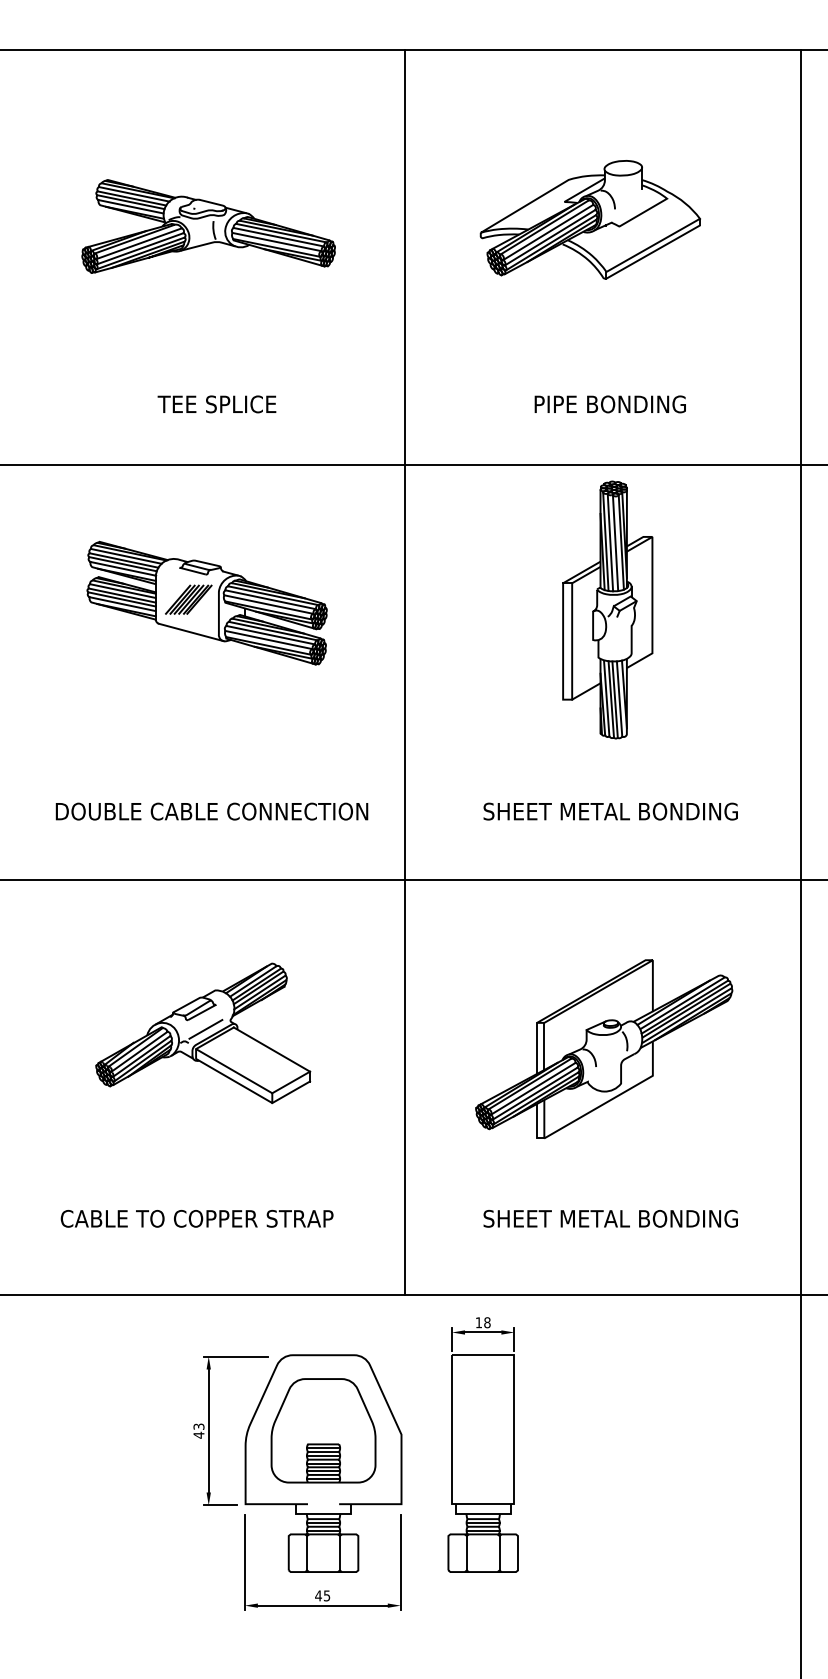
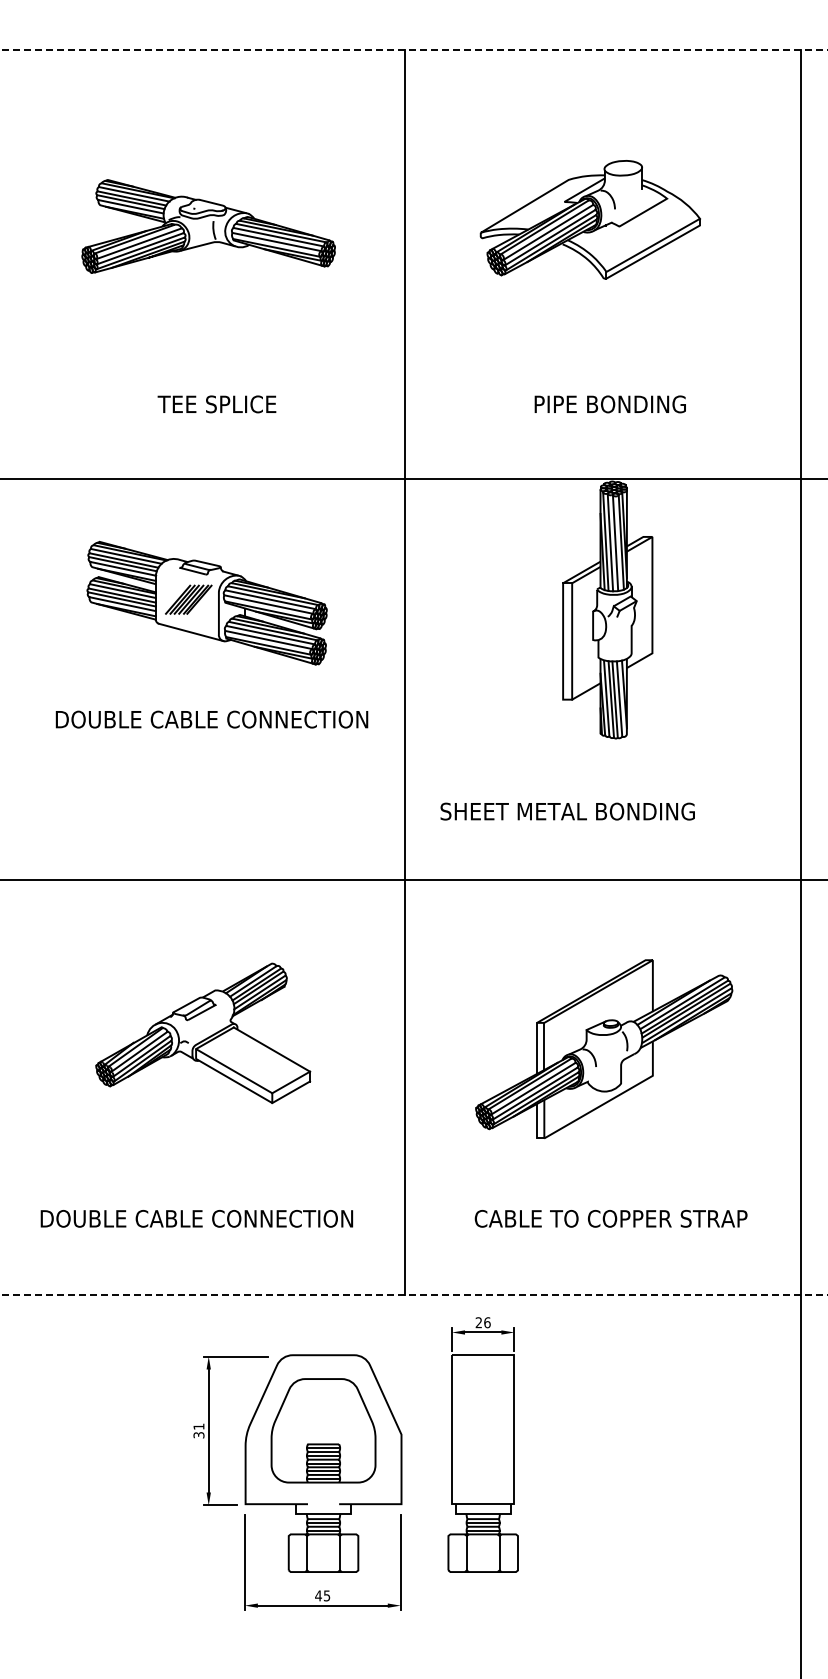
line at (413, 50): solid -> dashed
line at (413, 465) position: (413, 465) -> (413, 479)
text at (211, 811) position: (211, 811) -> (211, 719)
text at (610, 811) position: (610, 811) -> (567, 811)
line at (205, 1029): present -> none
text at (196, 1218): CABLE TO COPPER STRAP -> DOUBLE CABLE CONNECTION
text at (610, 1218): SHEET METAL BONDING -> CABLE TO COPPER STRAP
line at (413, 1294): solid -> dashed
text at (482, 1322): 18 -> 26
text at (198, 1430): 43 -> 31
